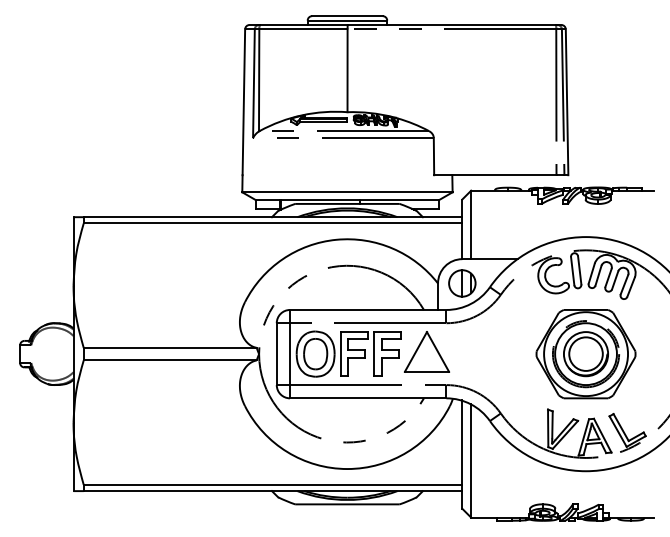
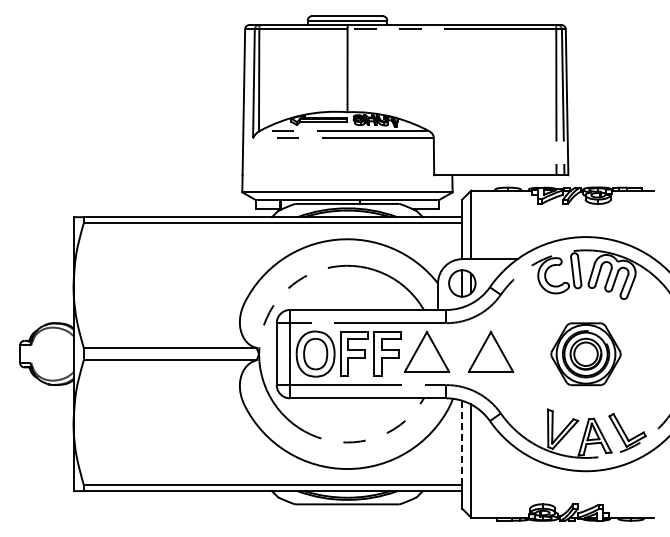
part at (490, 351): none -> present
part at (585, 354) size: 102x91 px -> 72x65 px
line at (462, 441): solid -> dashed
